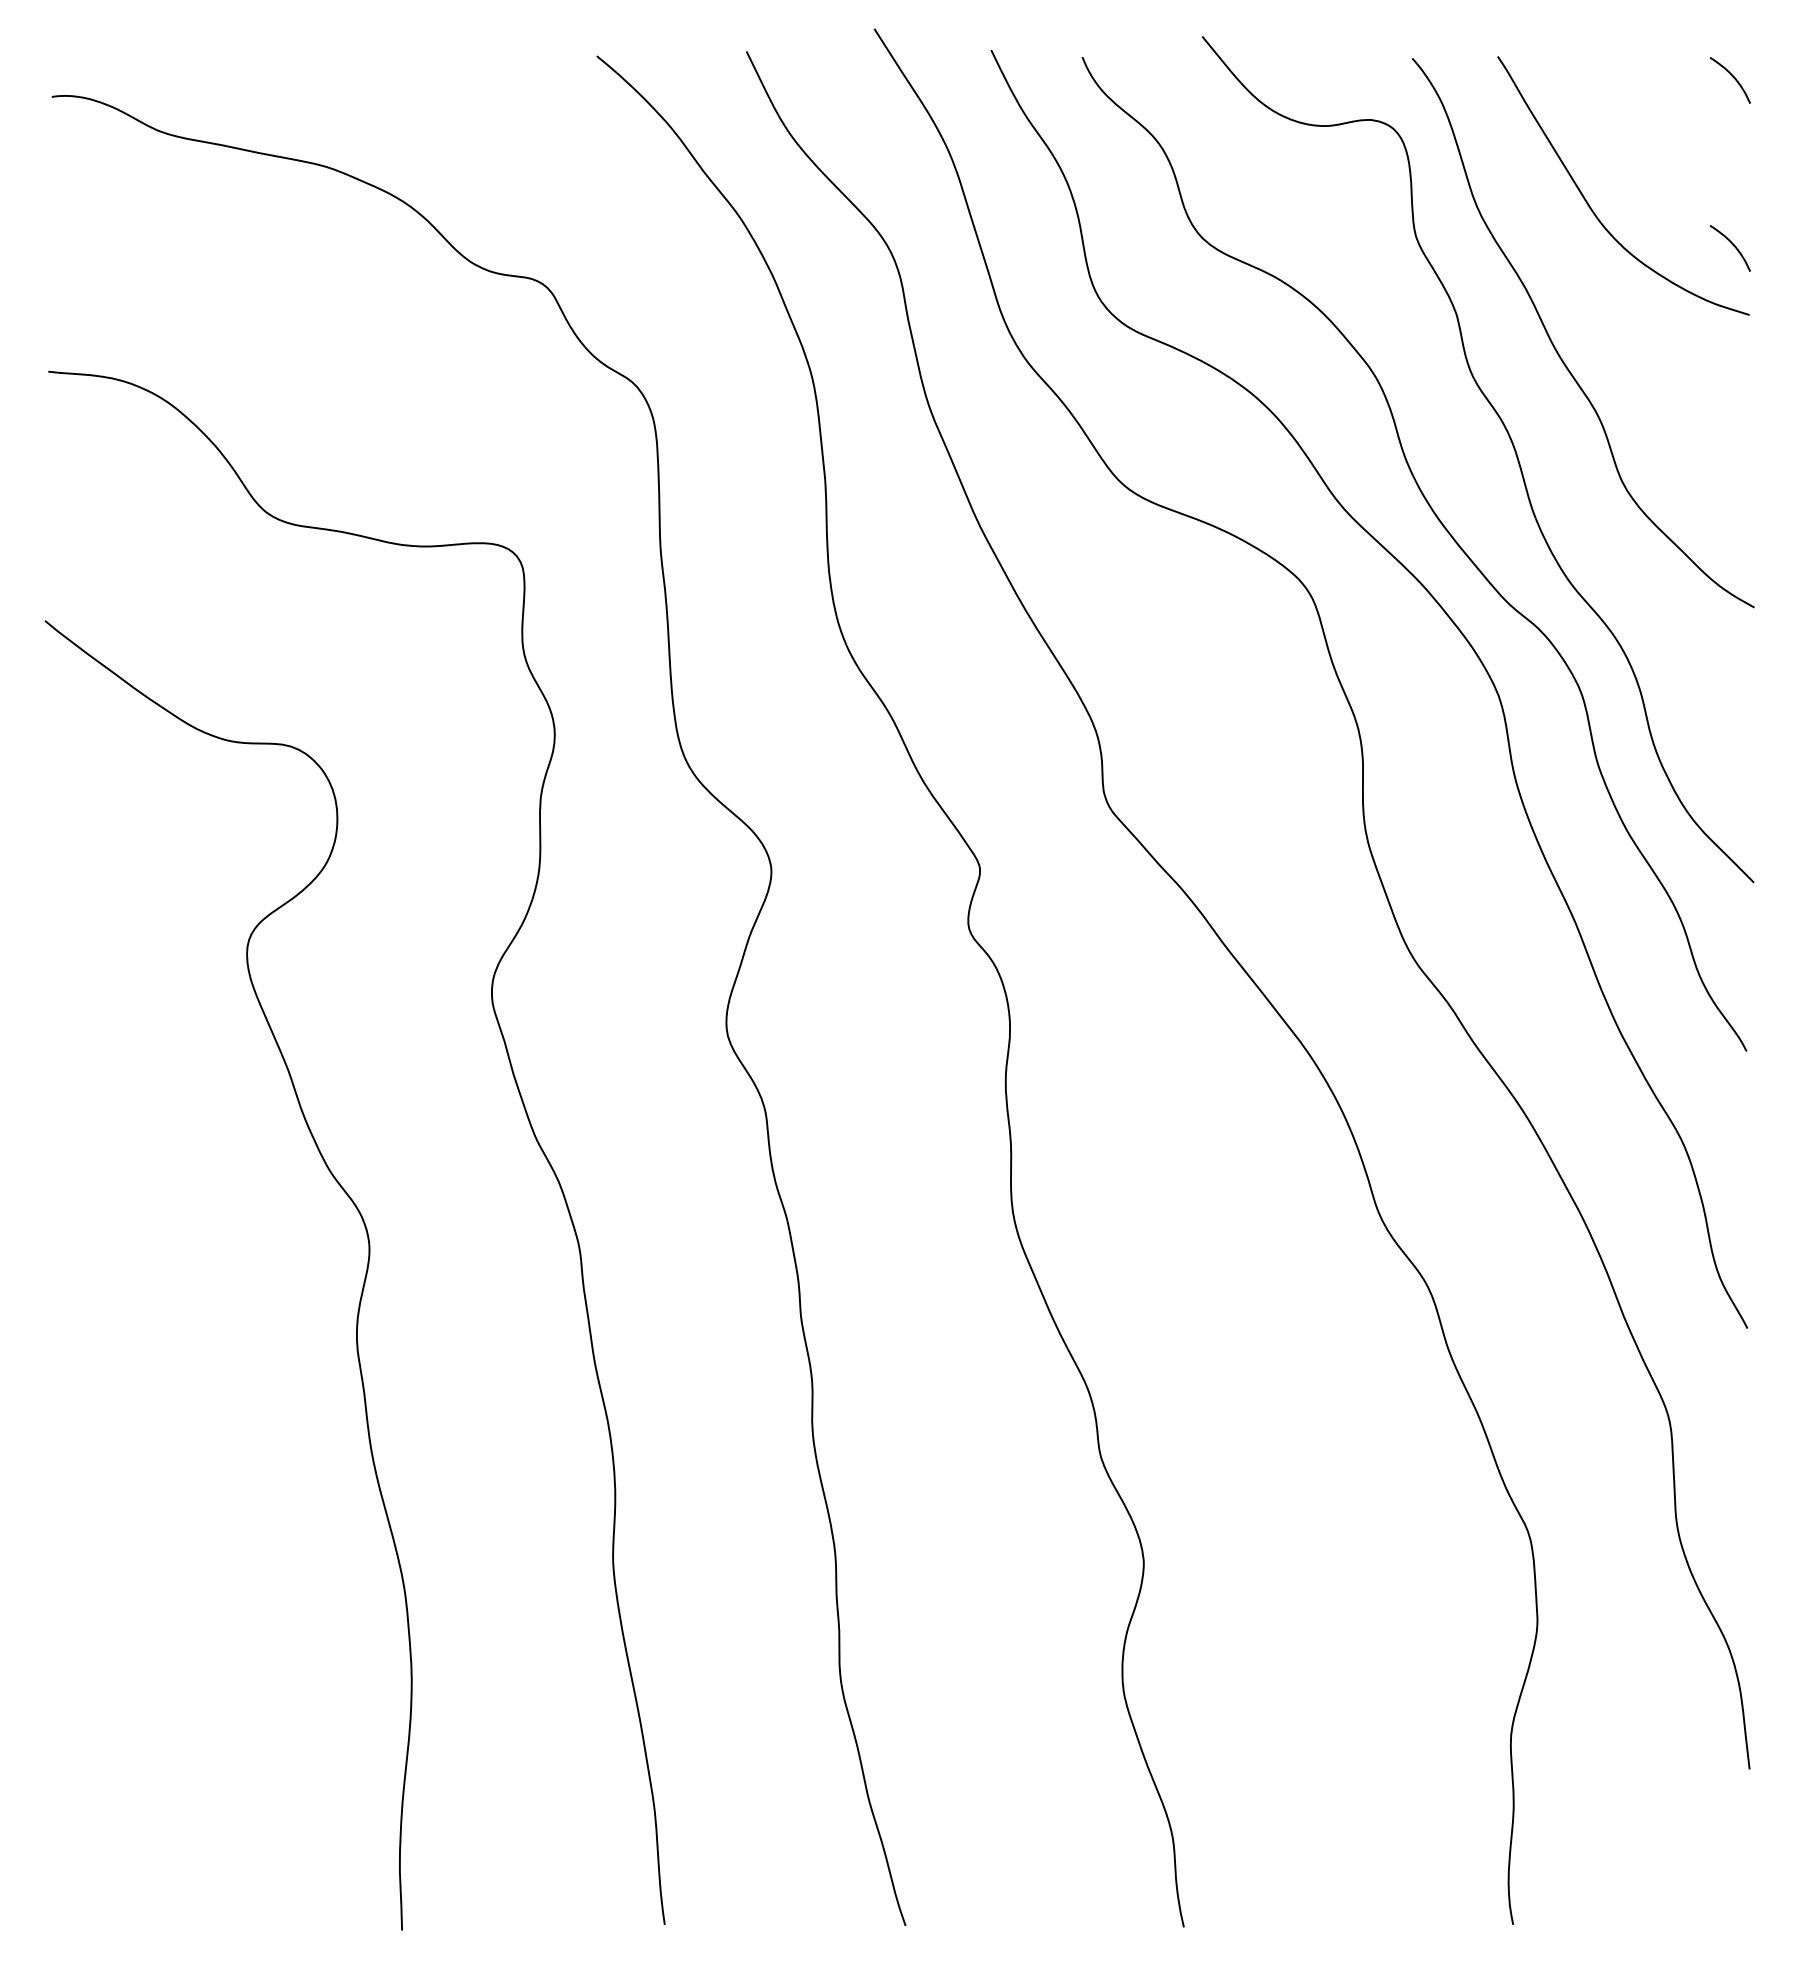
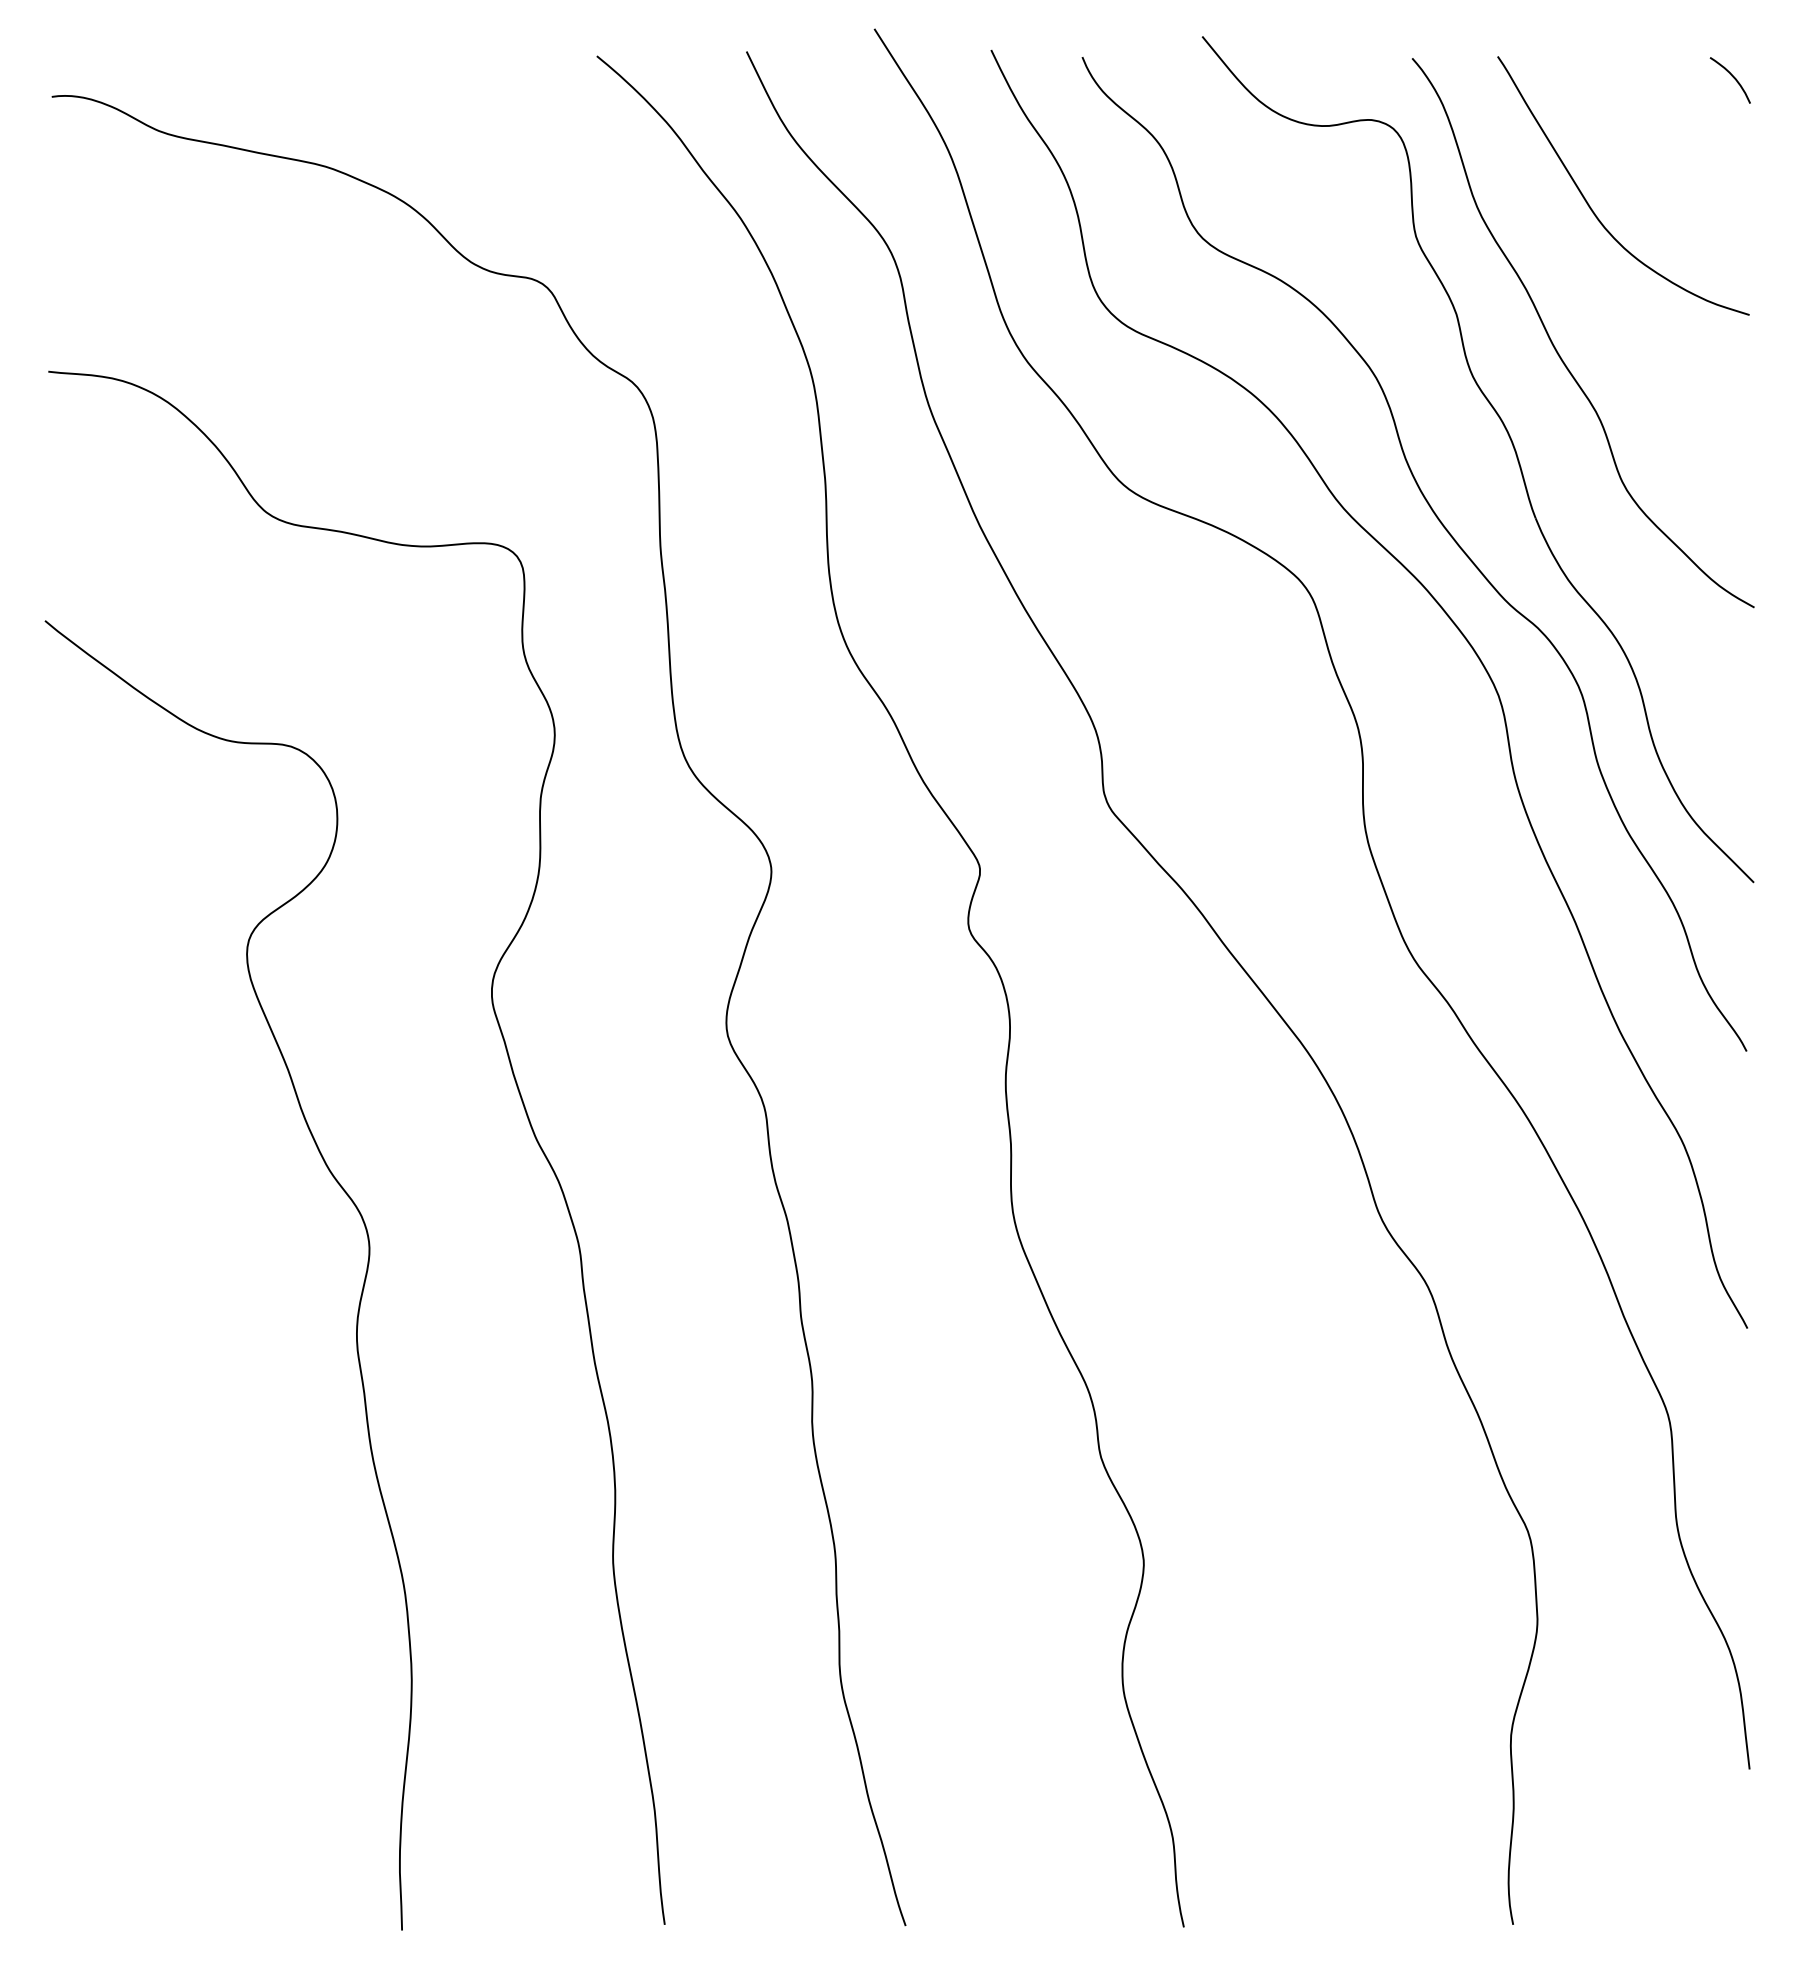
curve at (1732, 245): present -> none
